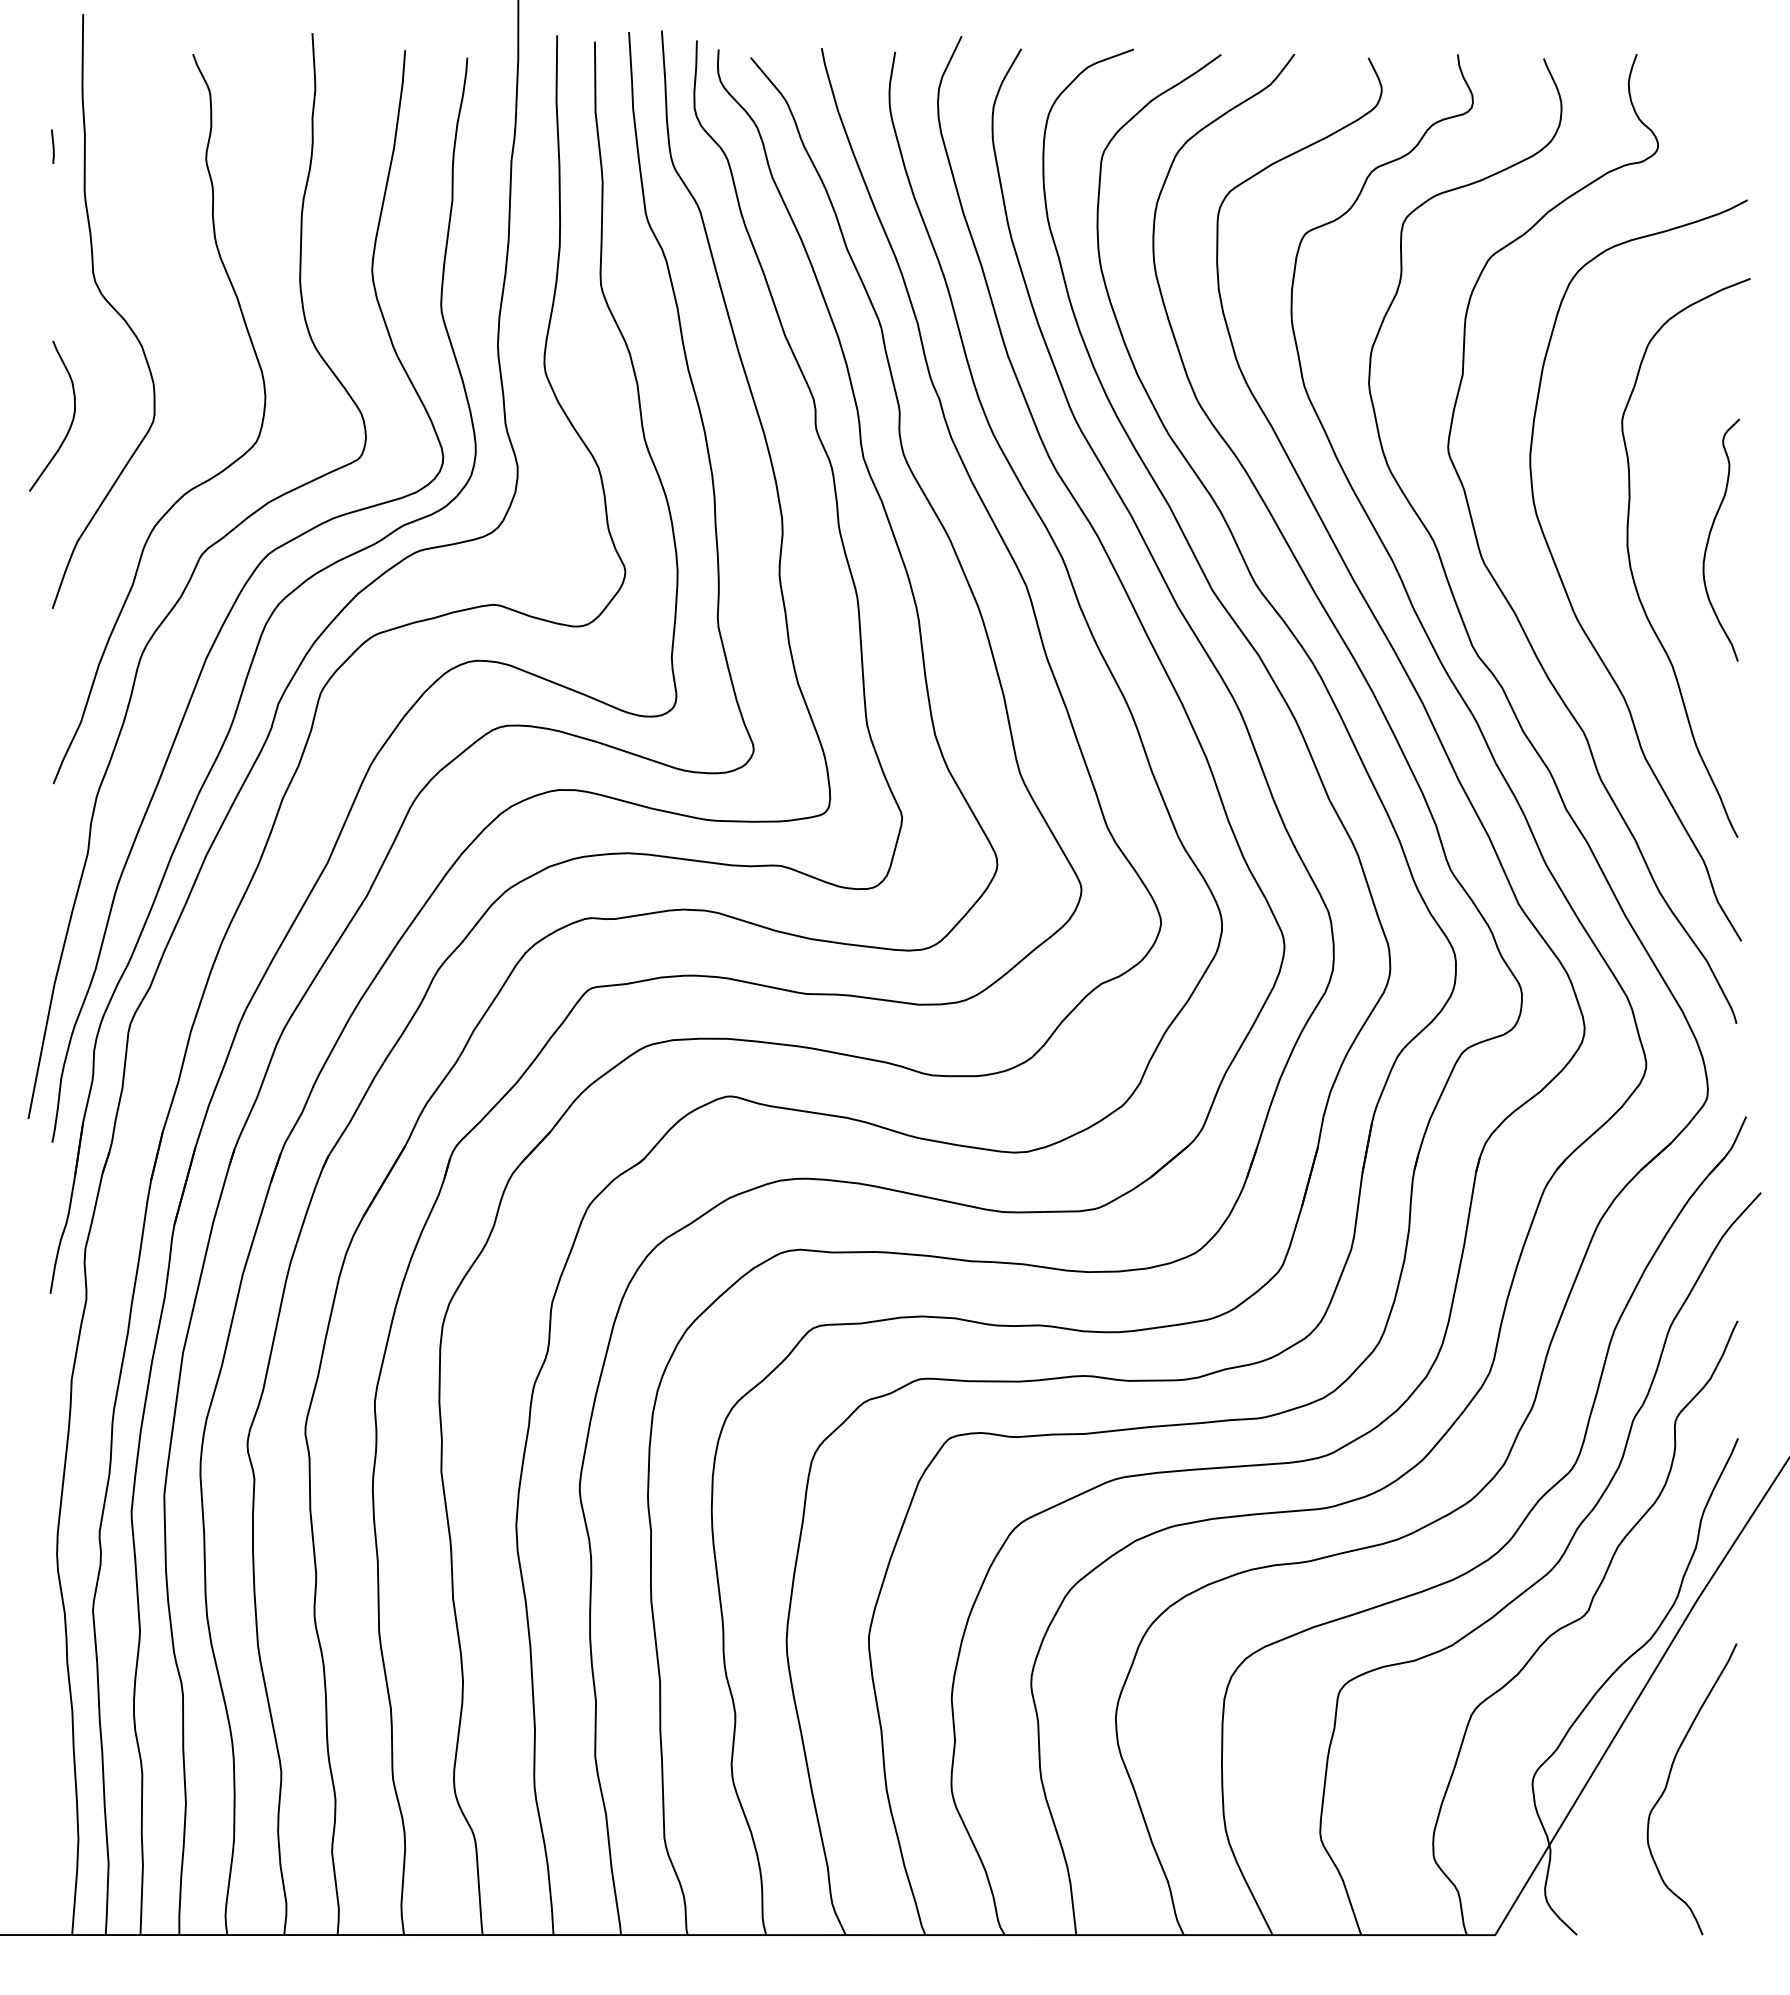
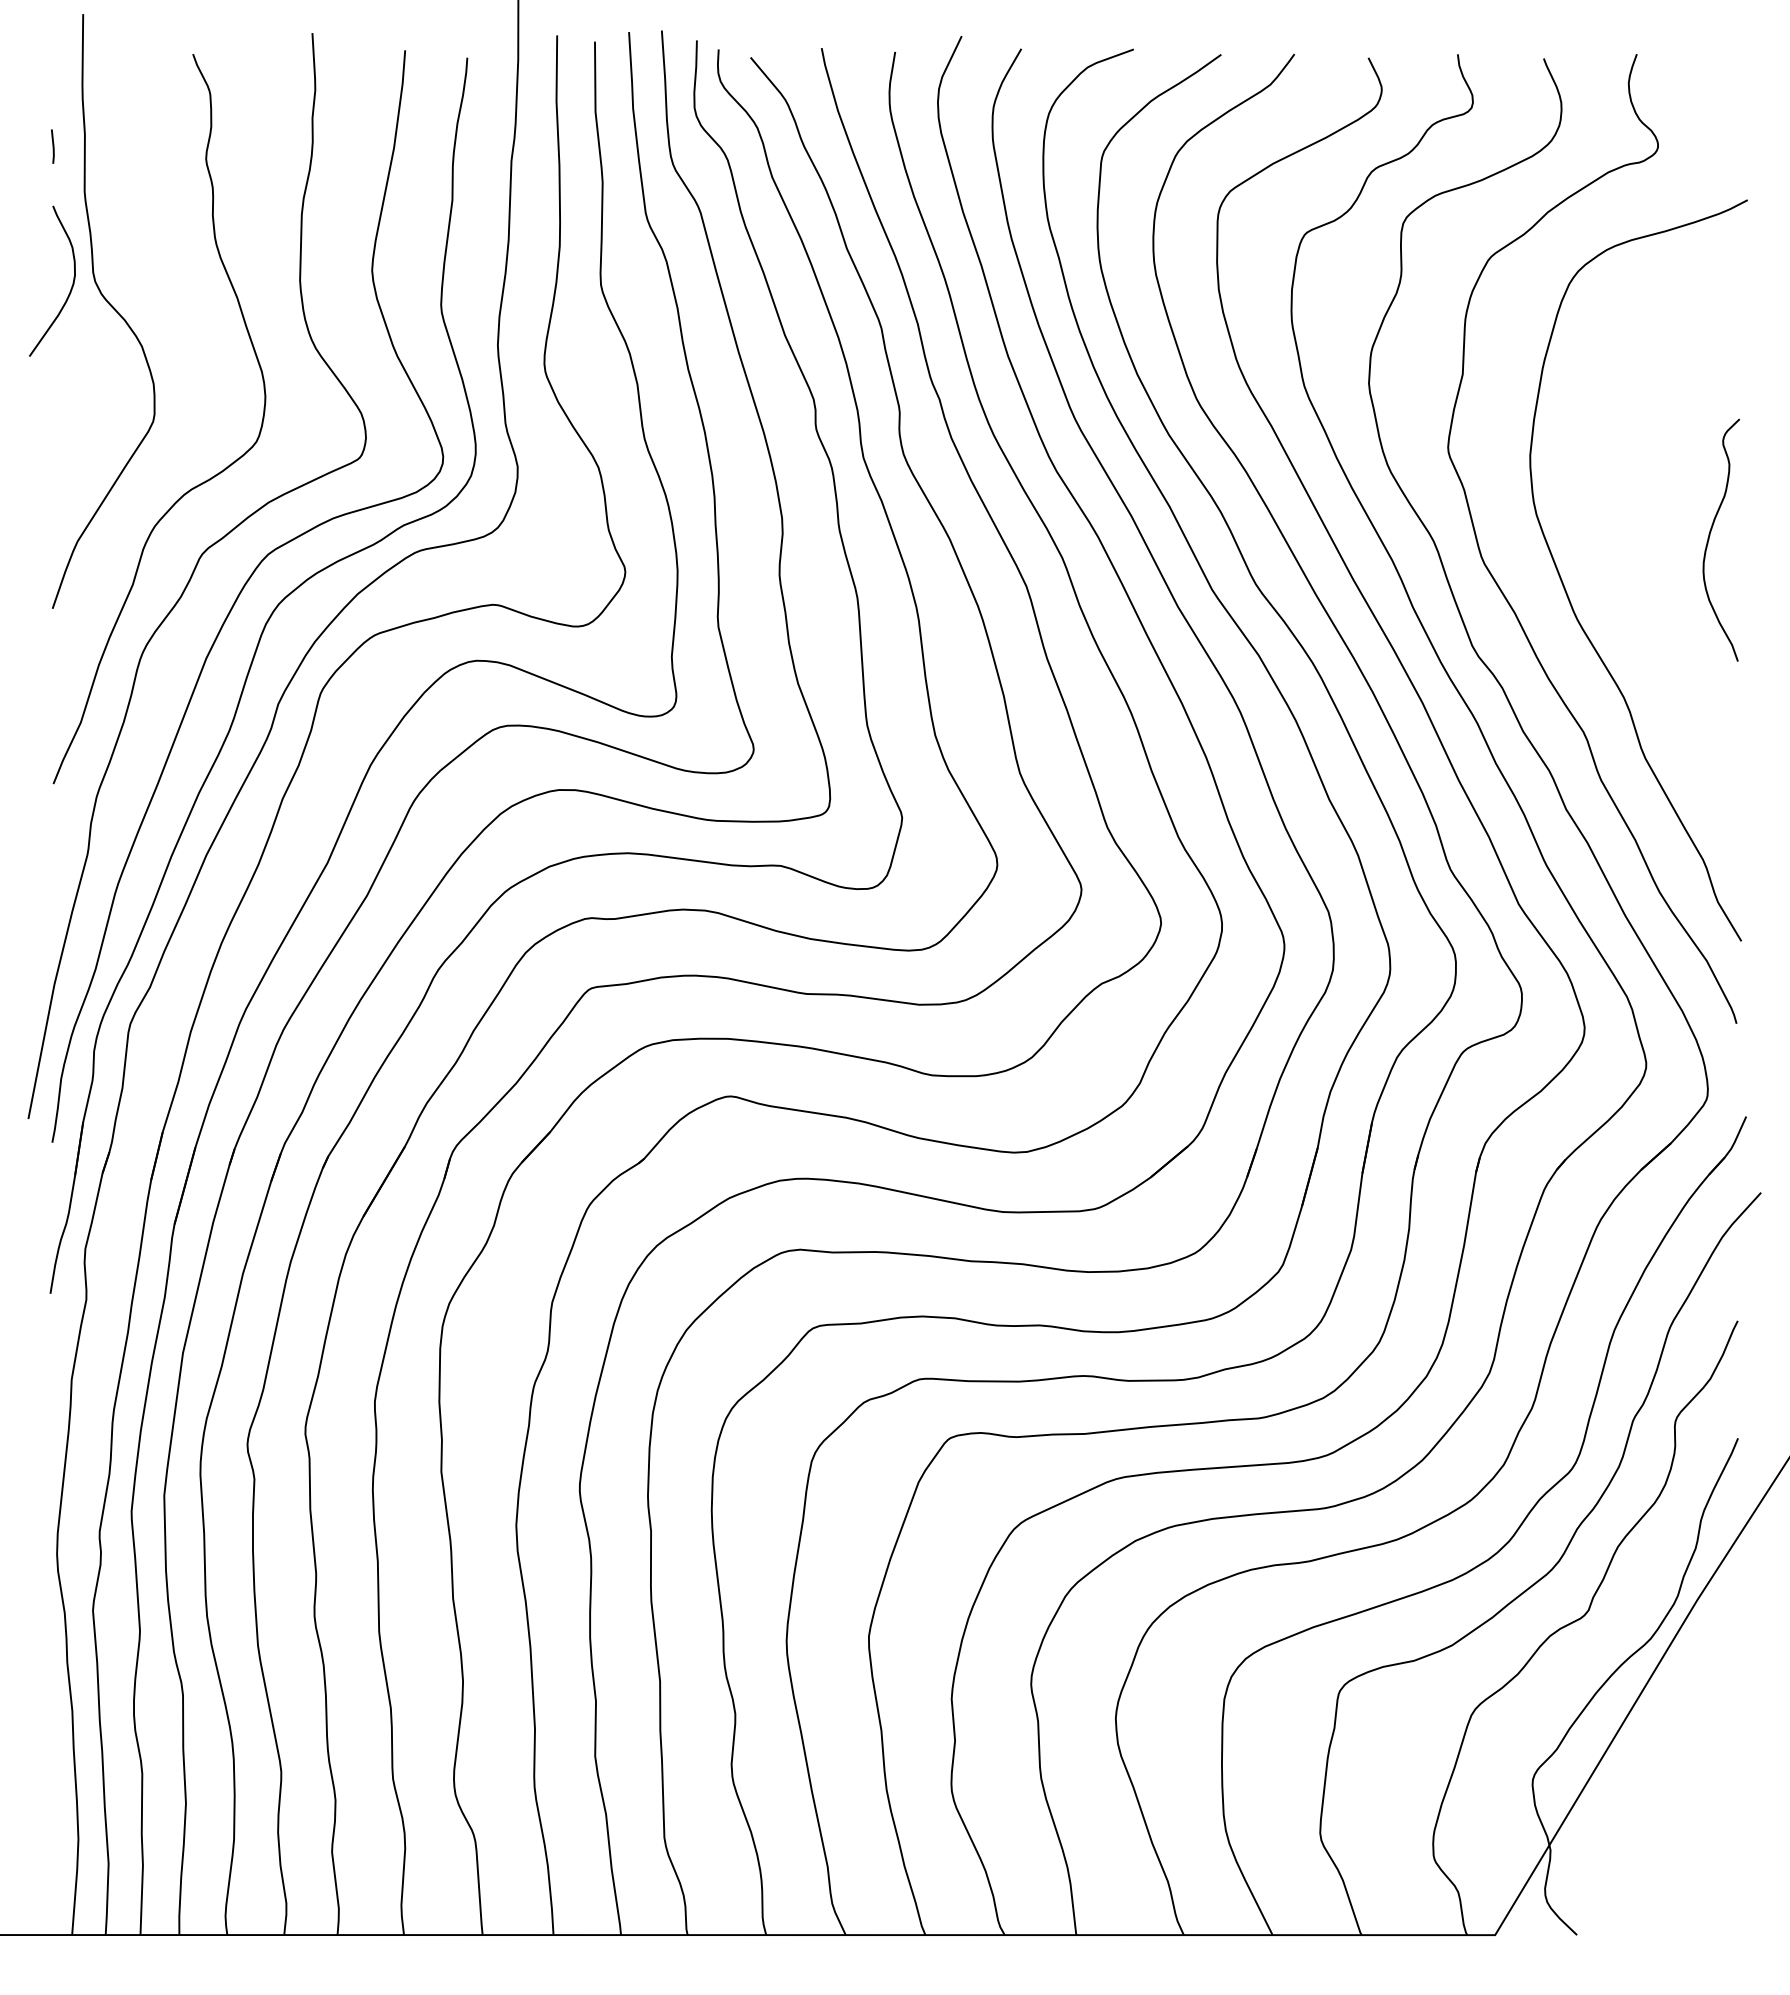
curve at (70, 423) position: (70, 423) -> (70, 288)
curve at (1632, 570): present -> none
curve at (1668, 1782): present -> none
